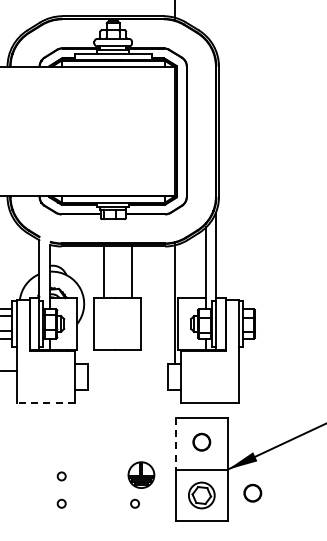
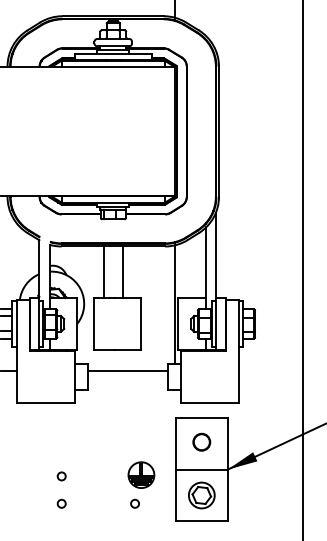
line at (302, 269): none -> present
line at (132, 272) position: (132, 272) -> (123, 272)
line at (127, 370): none -> present
line at (45, 403): dashed -> solid
line at (175, 443): dashed -> solid
part at (252, 492): present -> none
